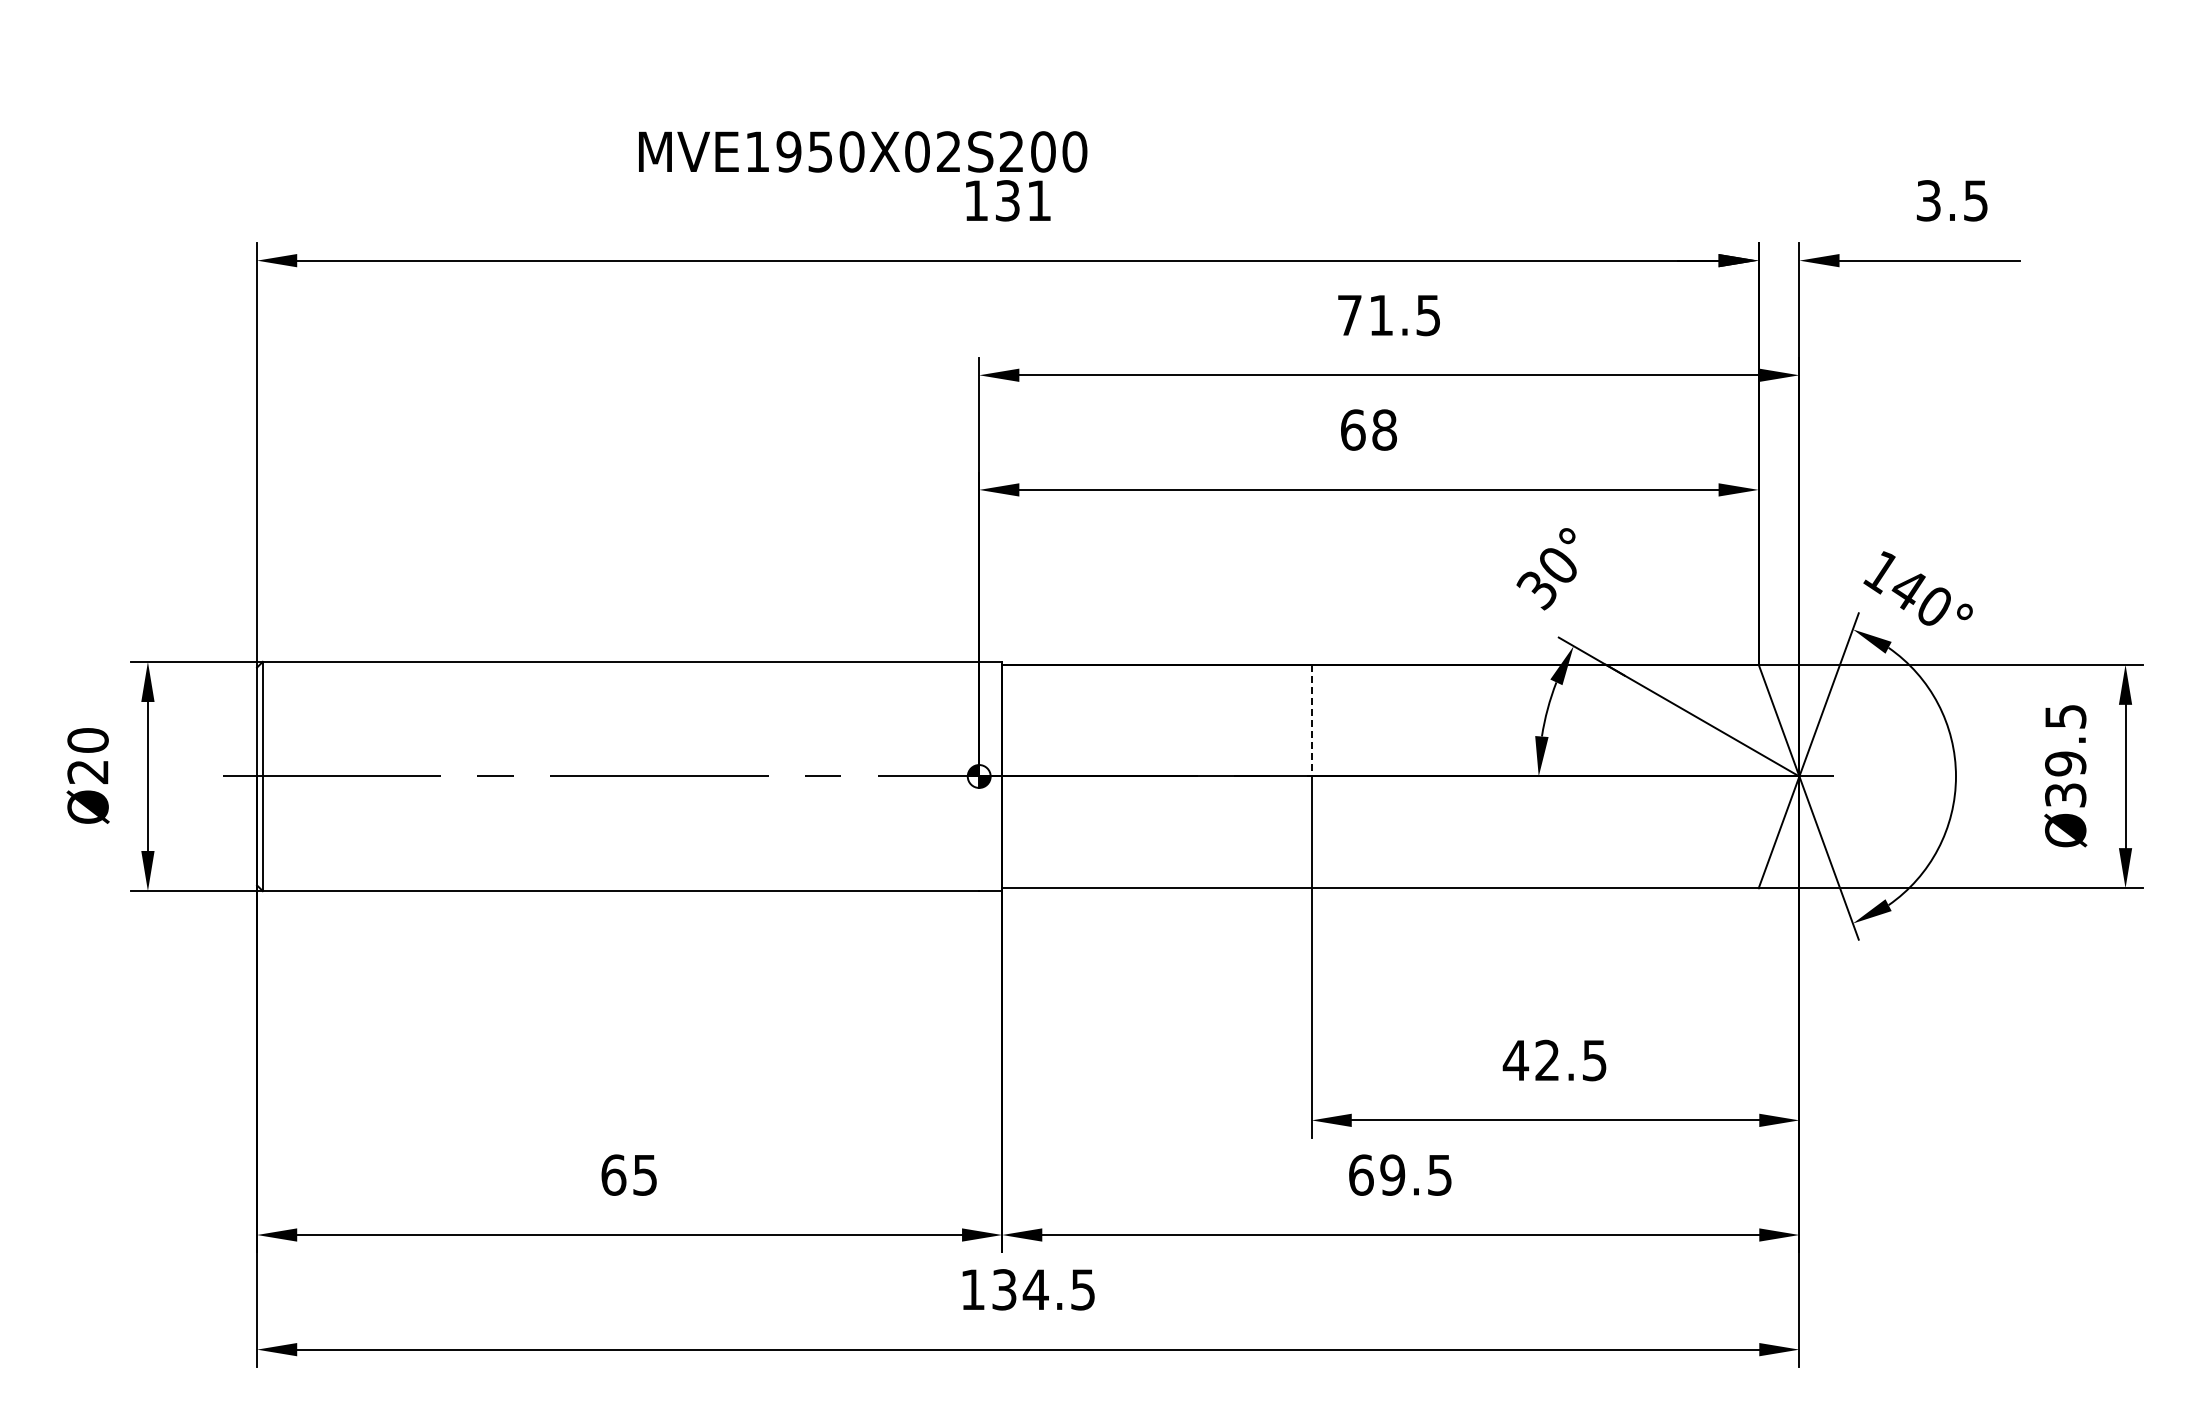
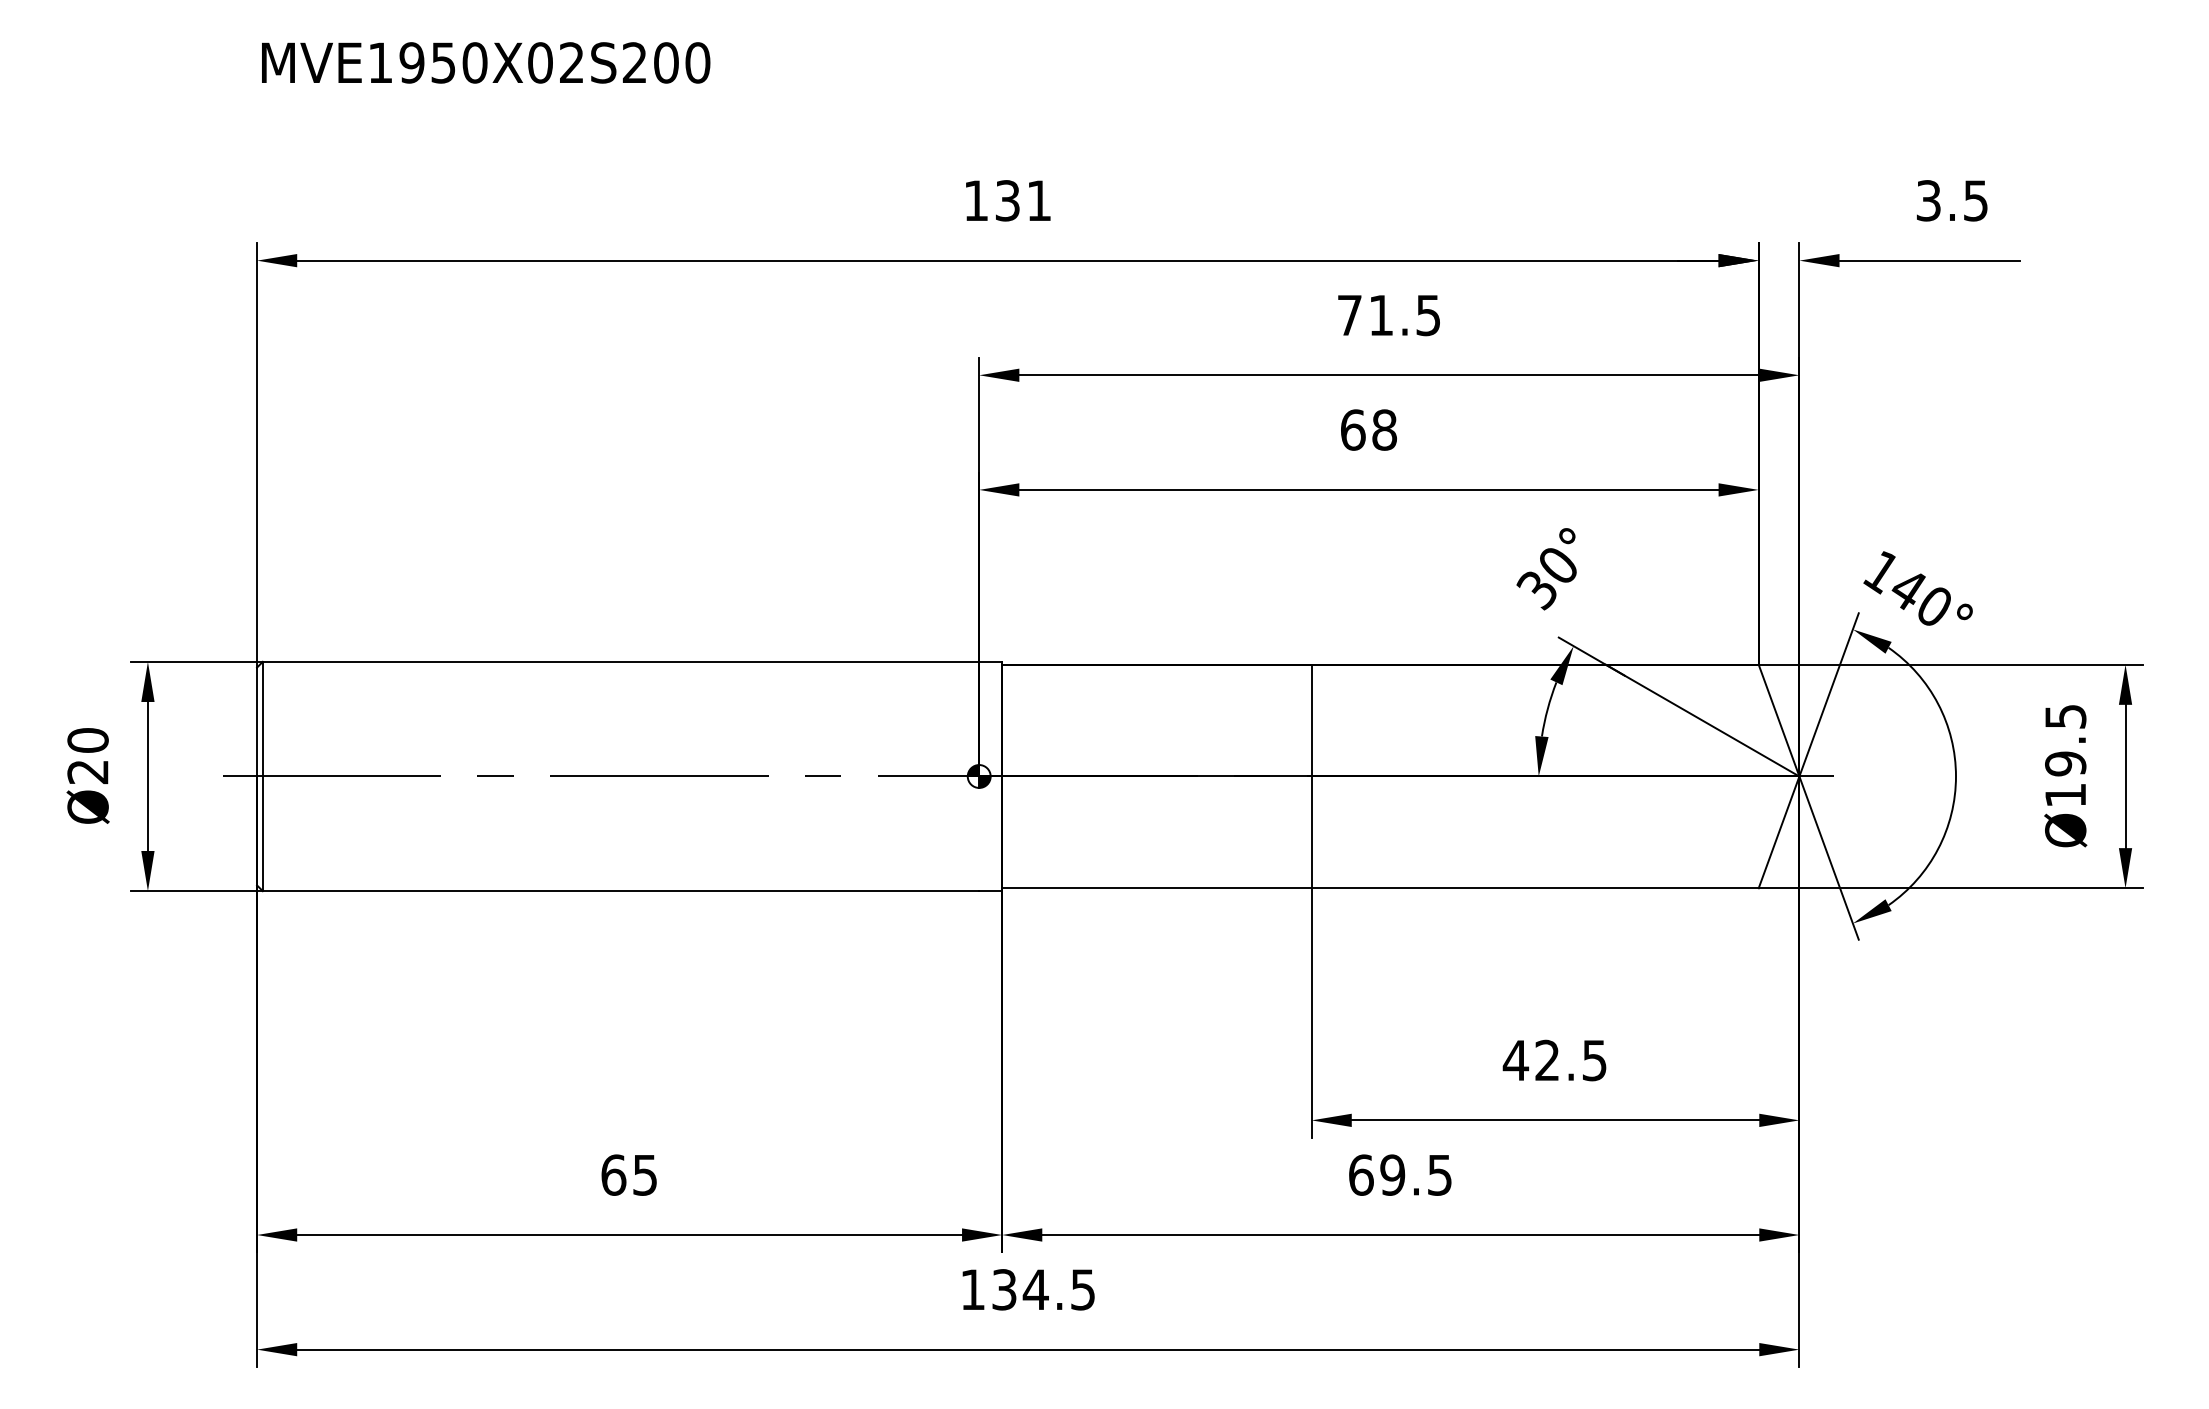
text at (863, 151) position: (863, 151) -> (486, 62)
line at (1311, 720): dashed -> solid
text at (2065, 795): Ø39.5 -> Ø19.5
